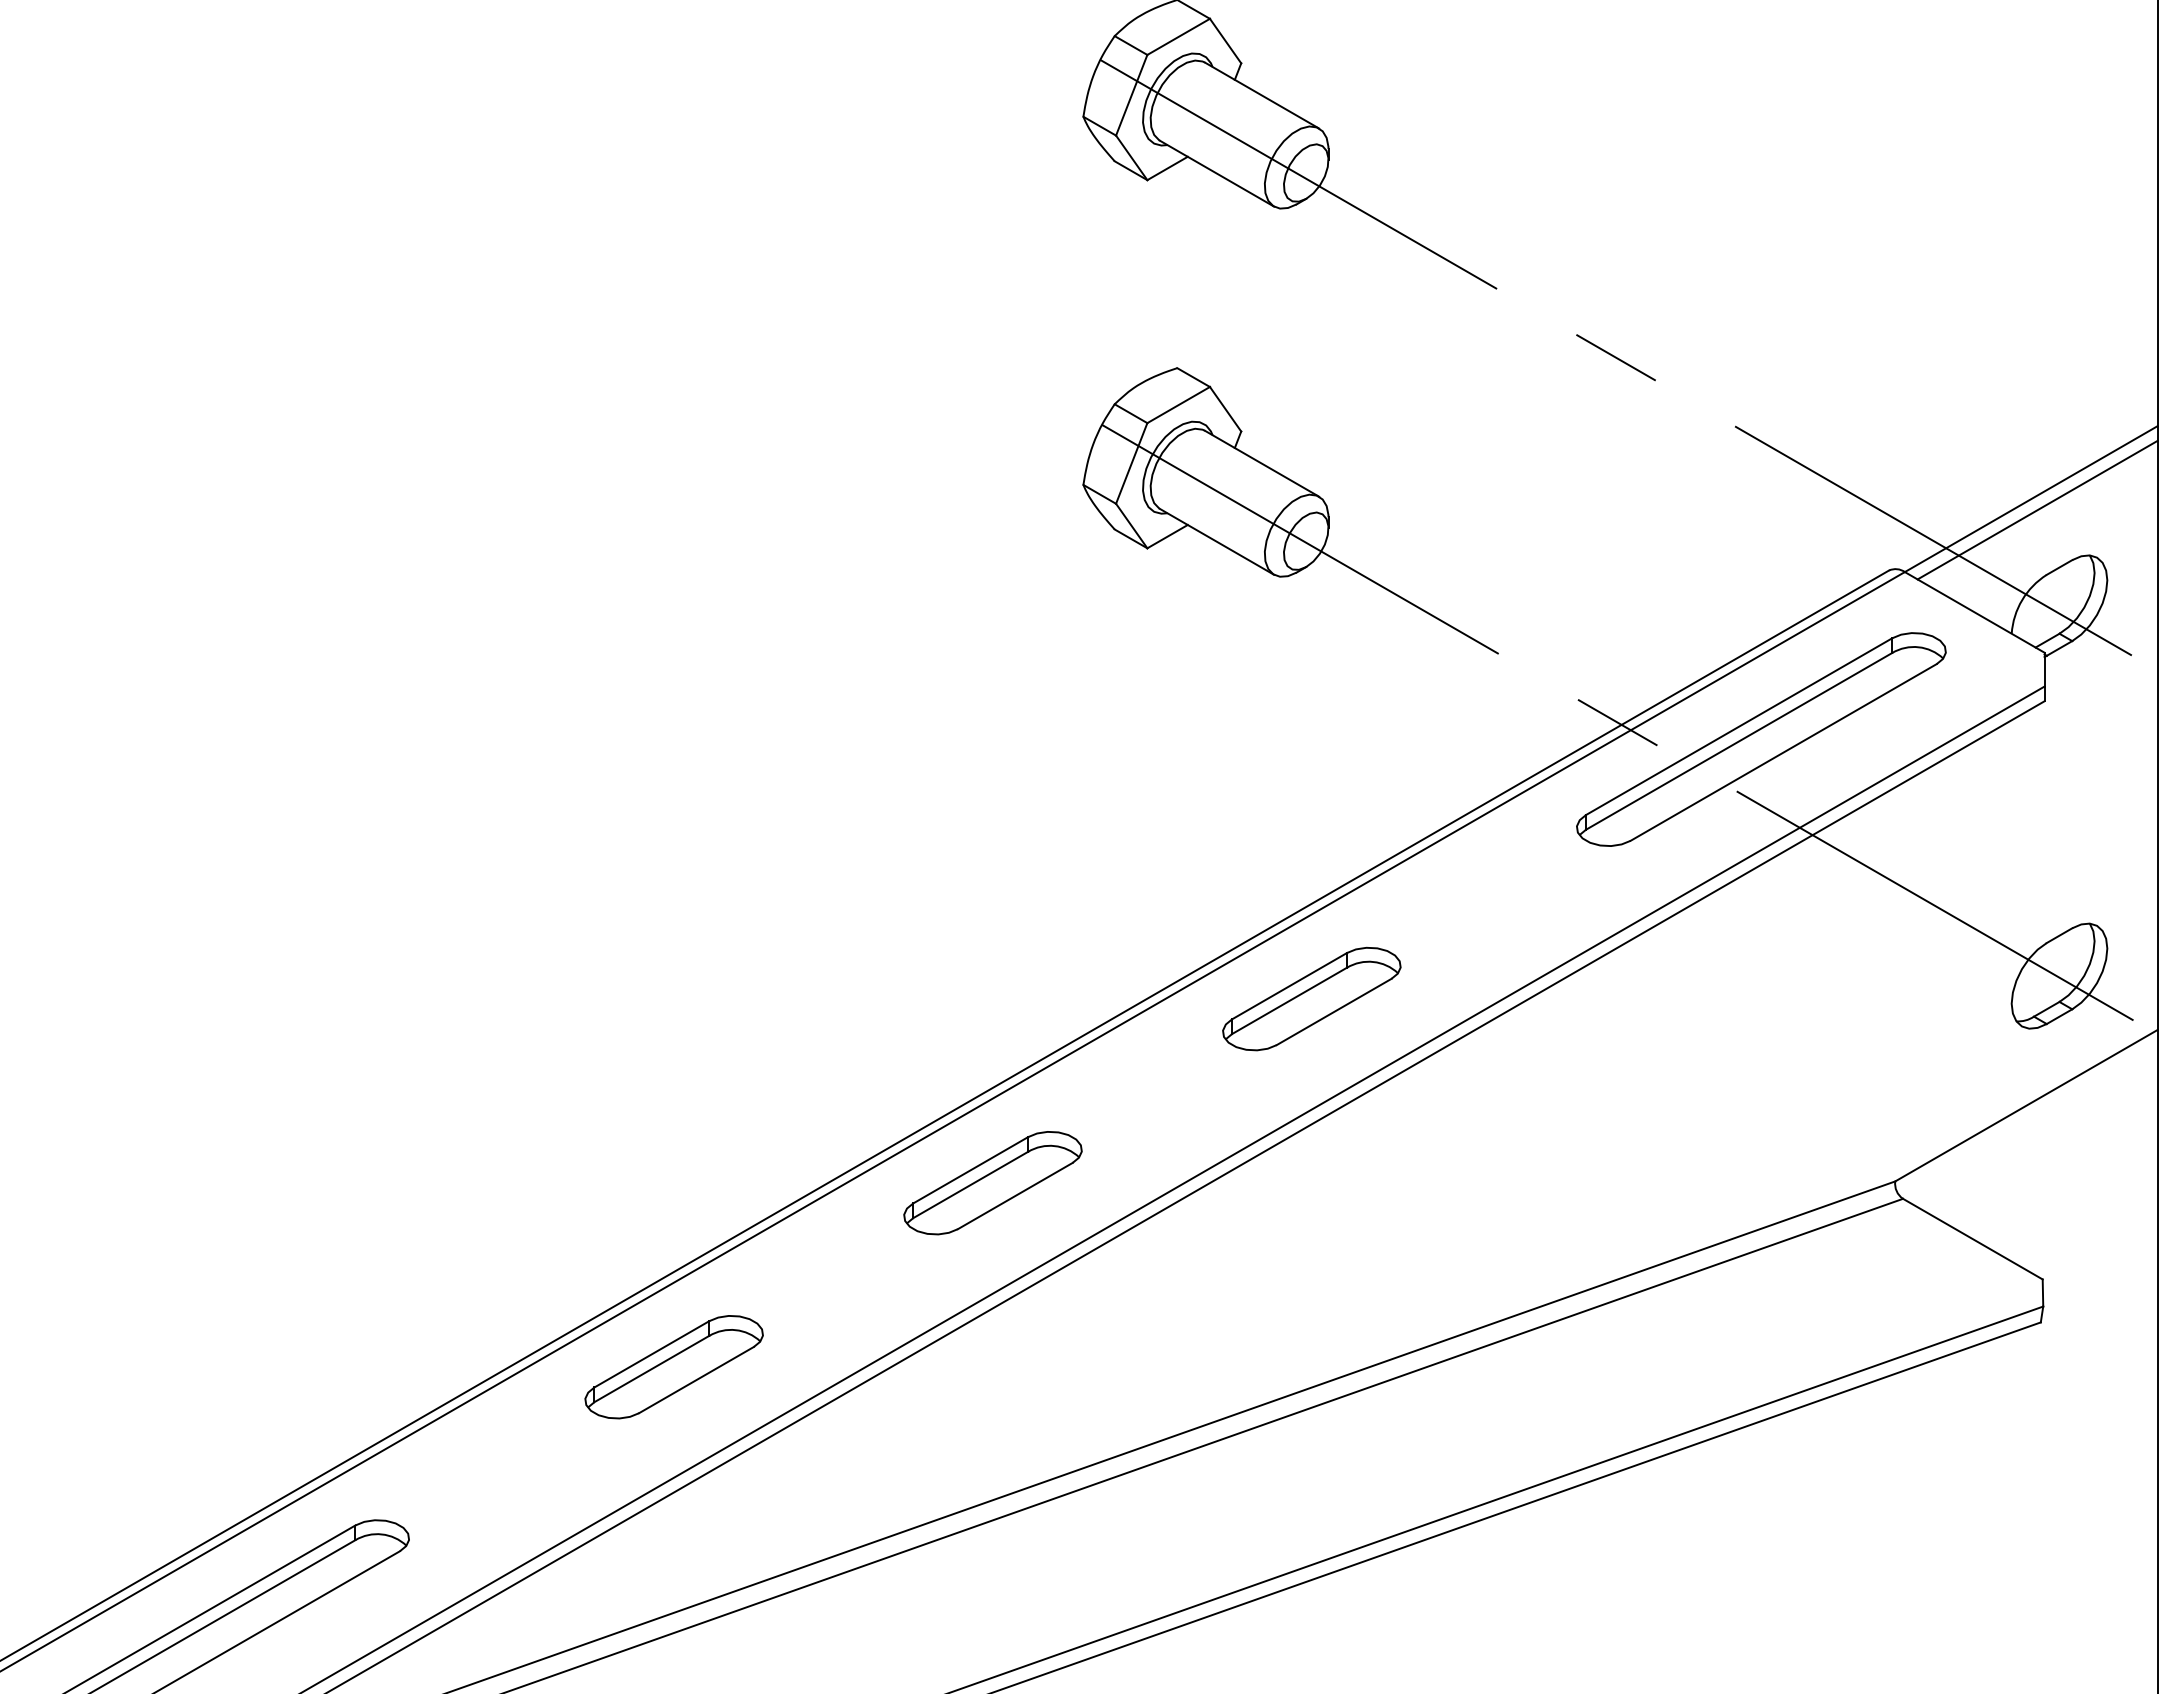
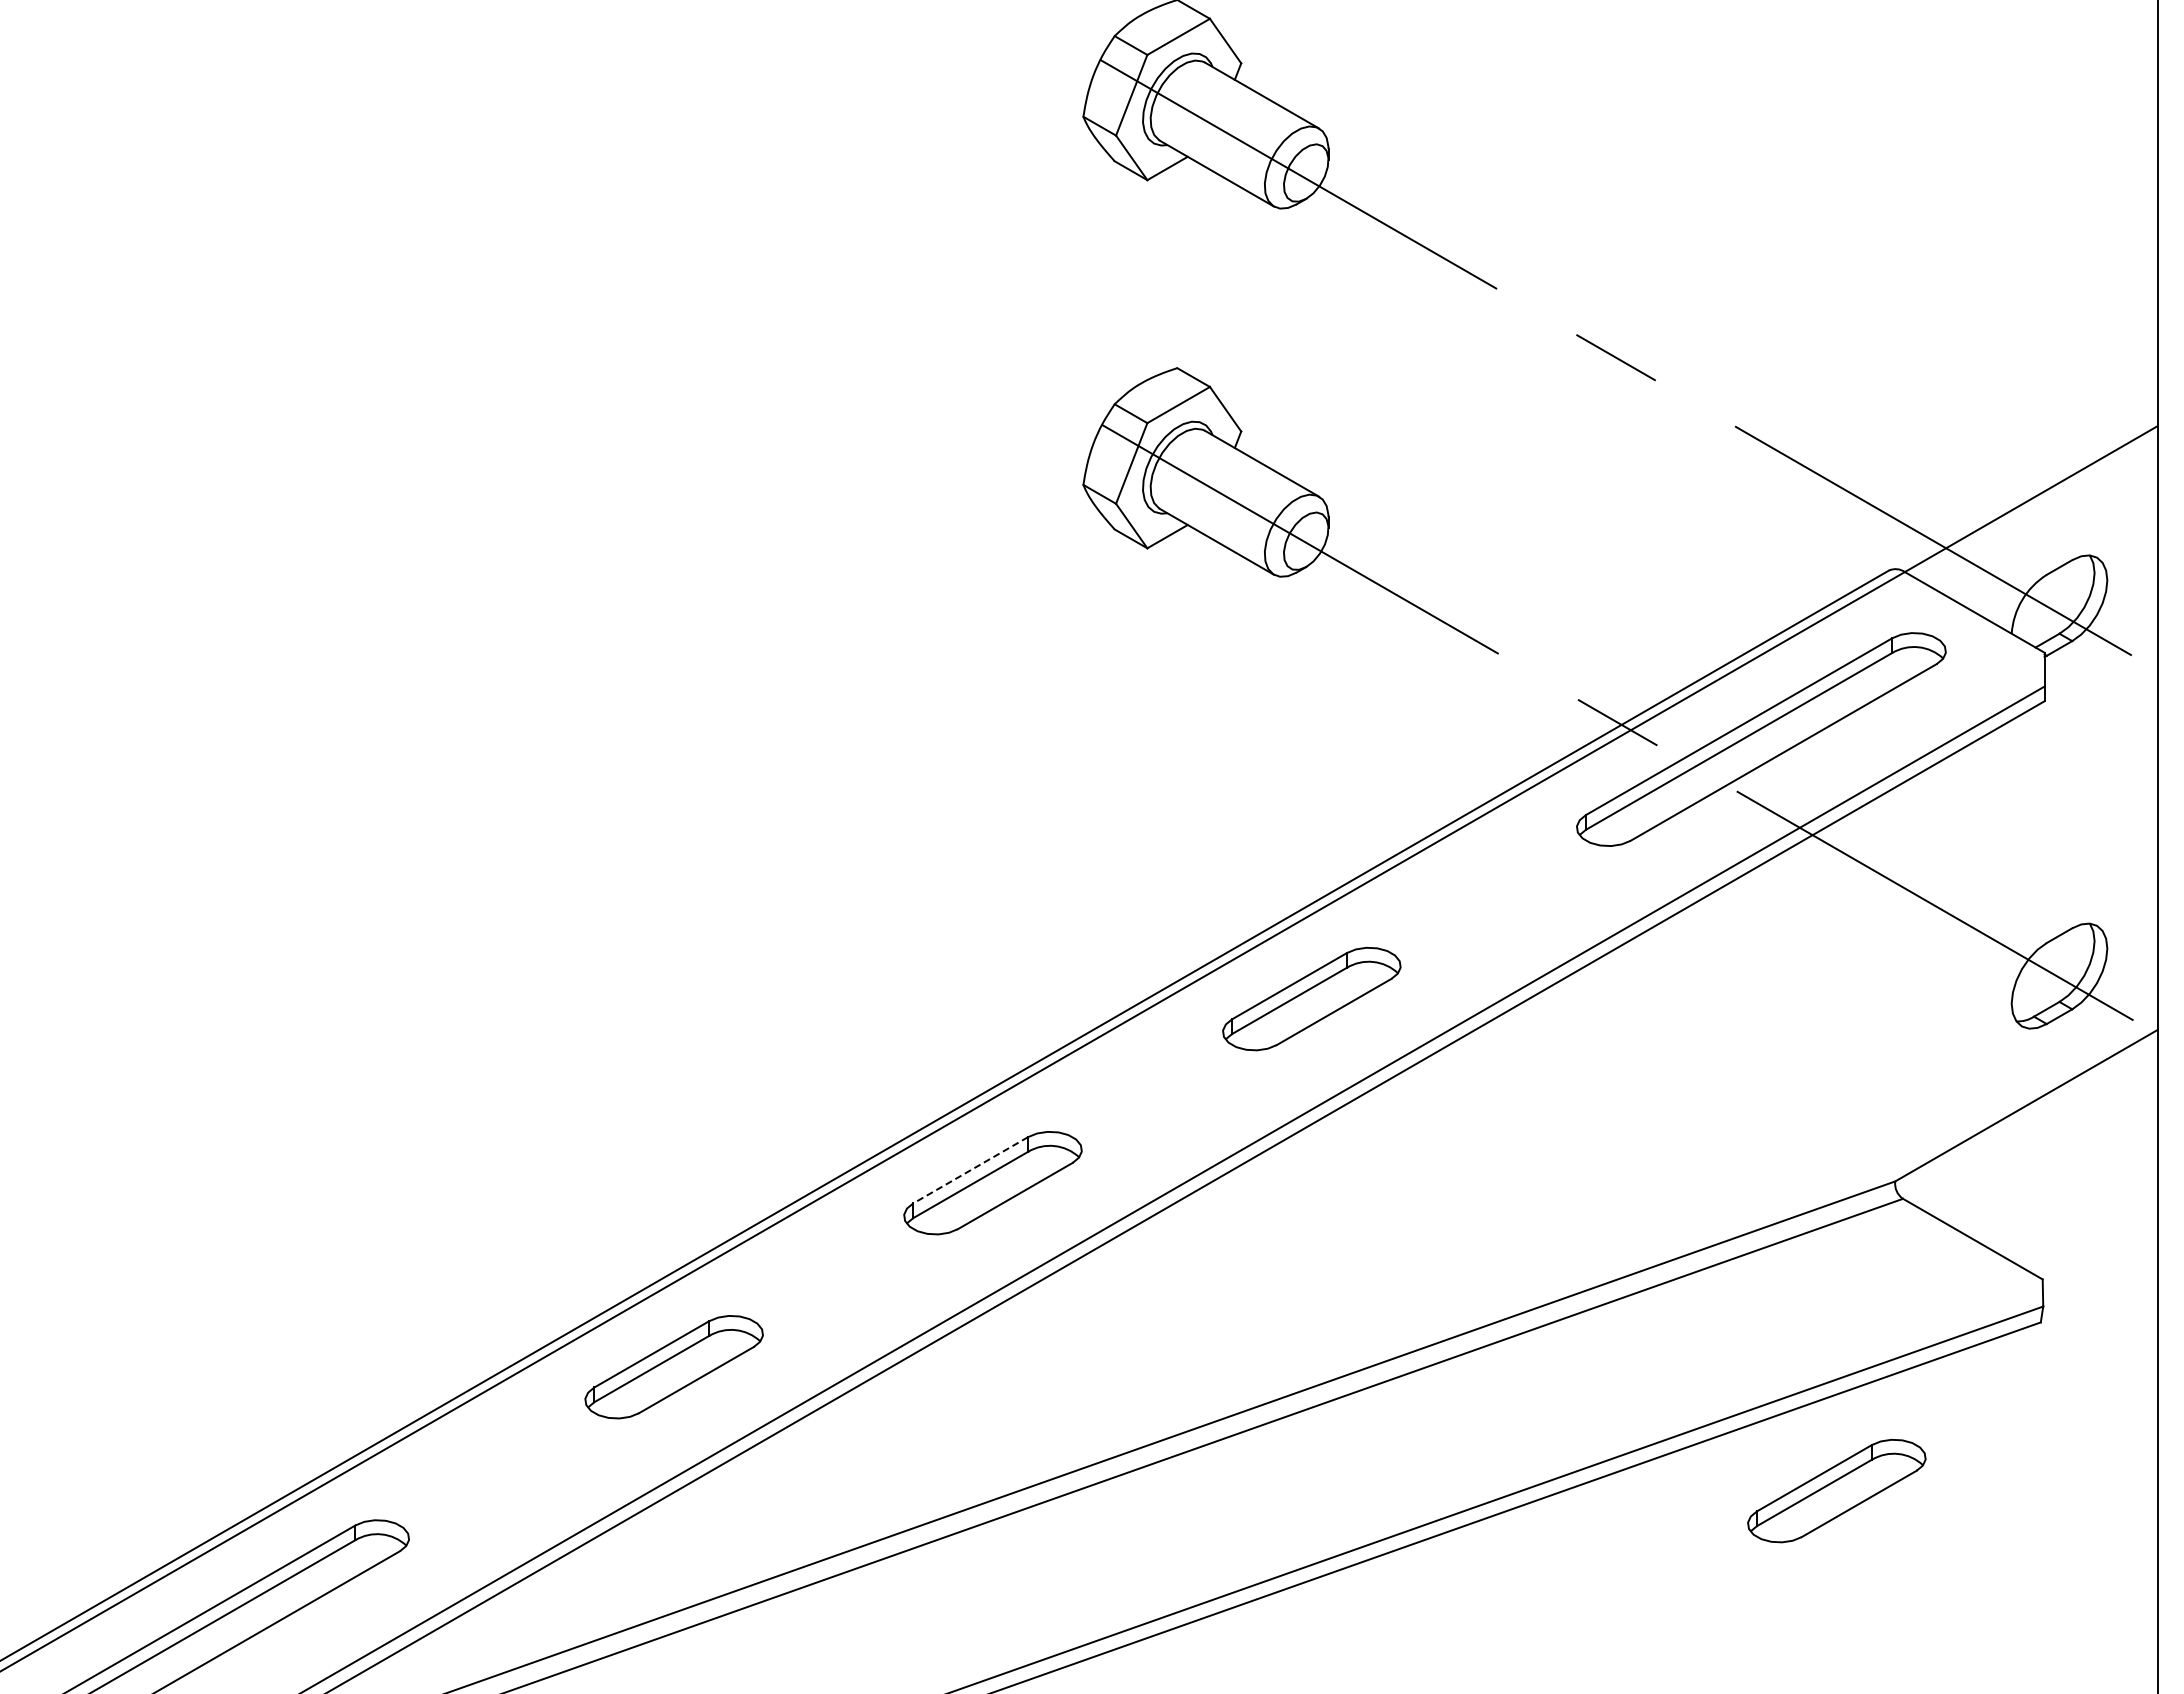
line at (2037, 509): present -> none
line at (970, 1170): solid -> dashed
part at (1836, 1490): none -> present
